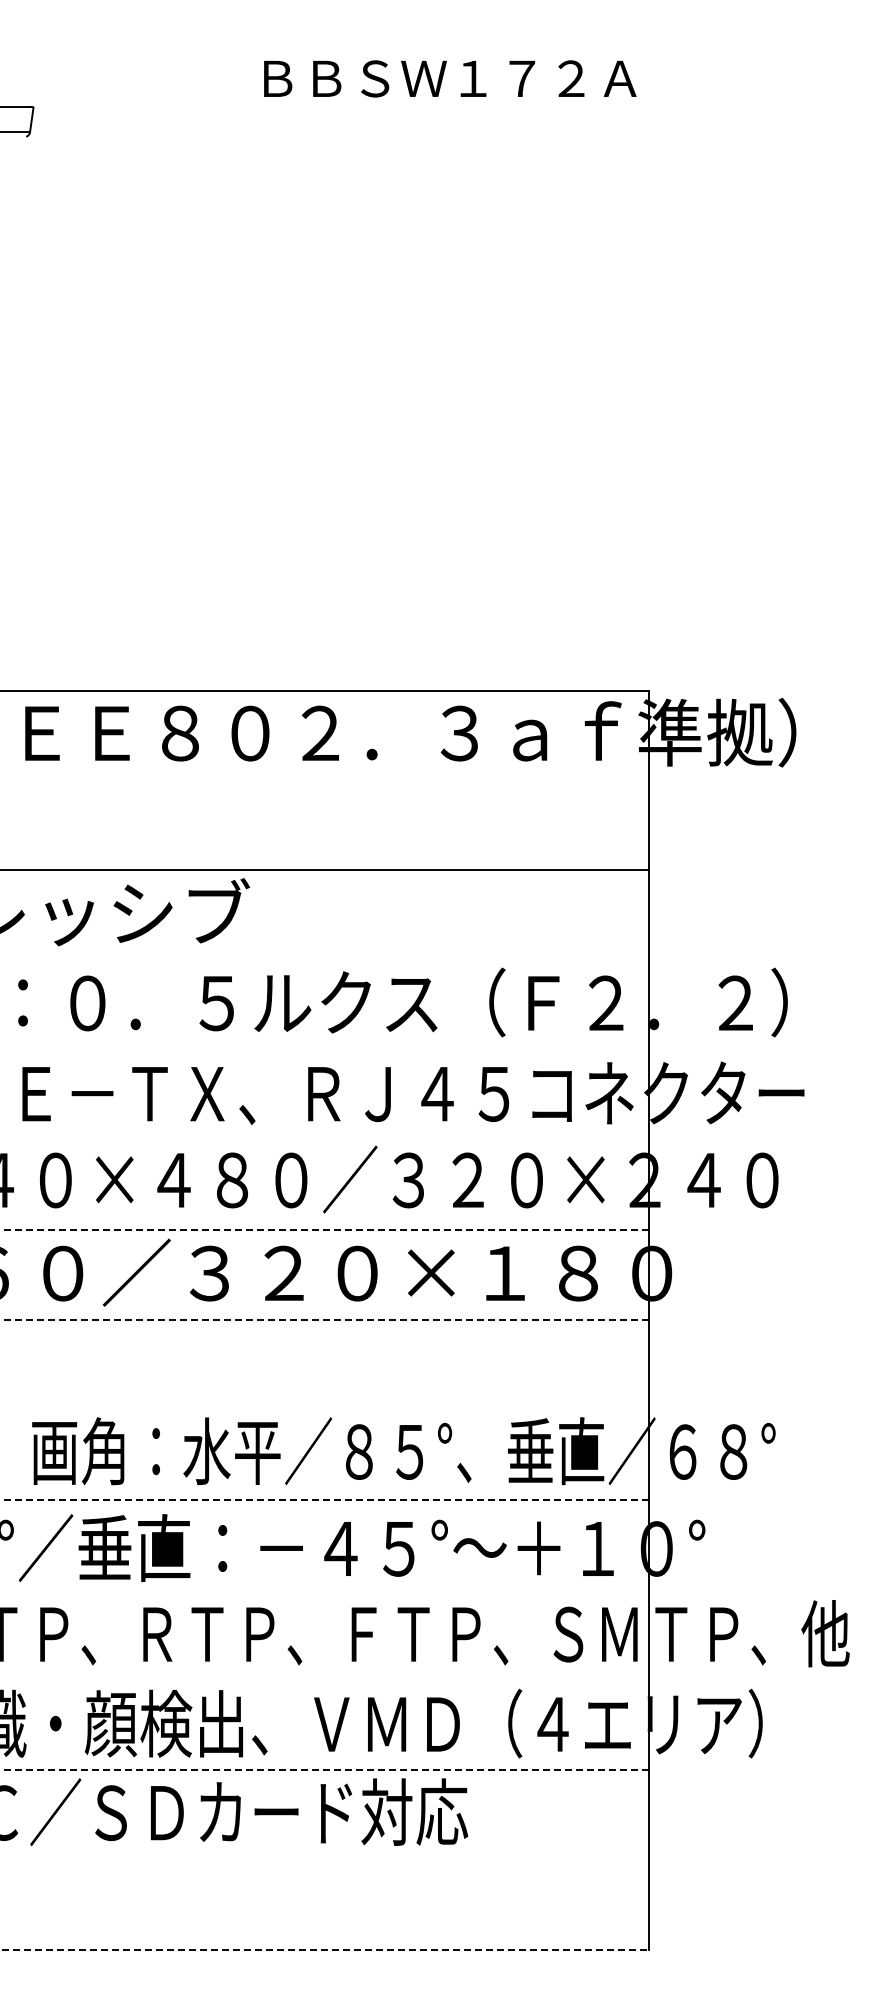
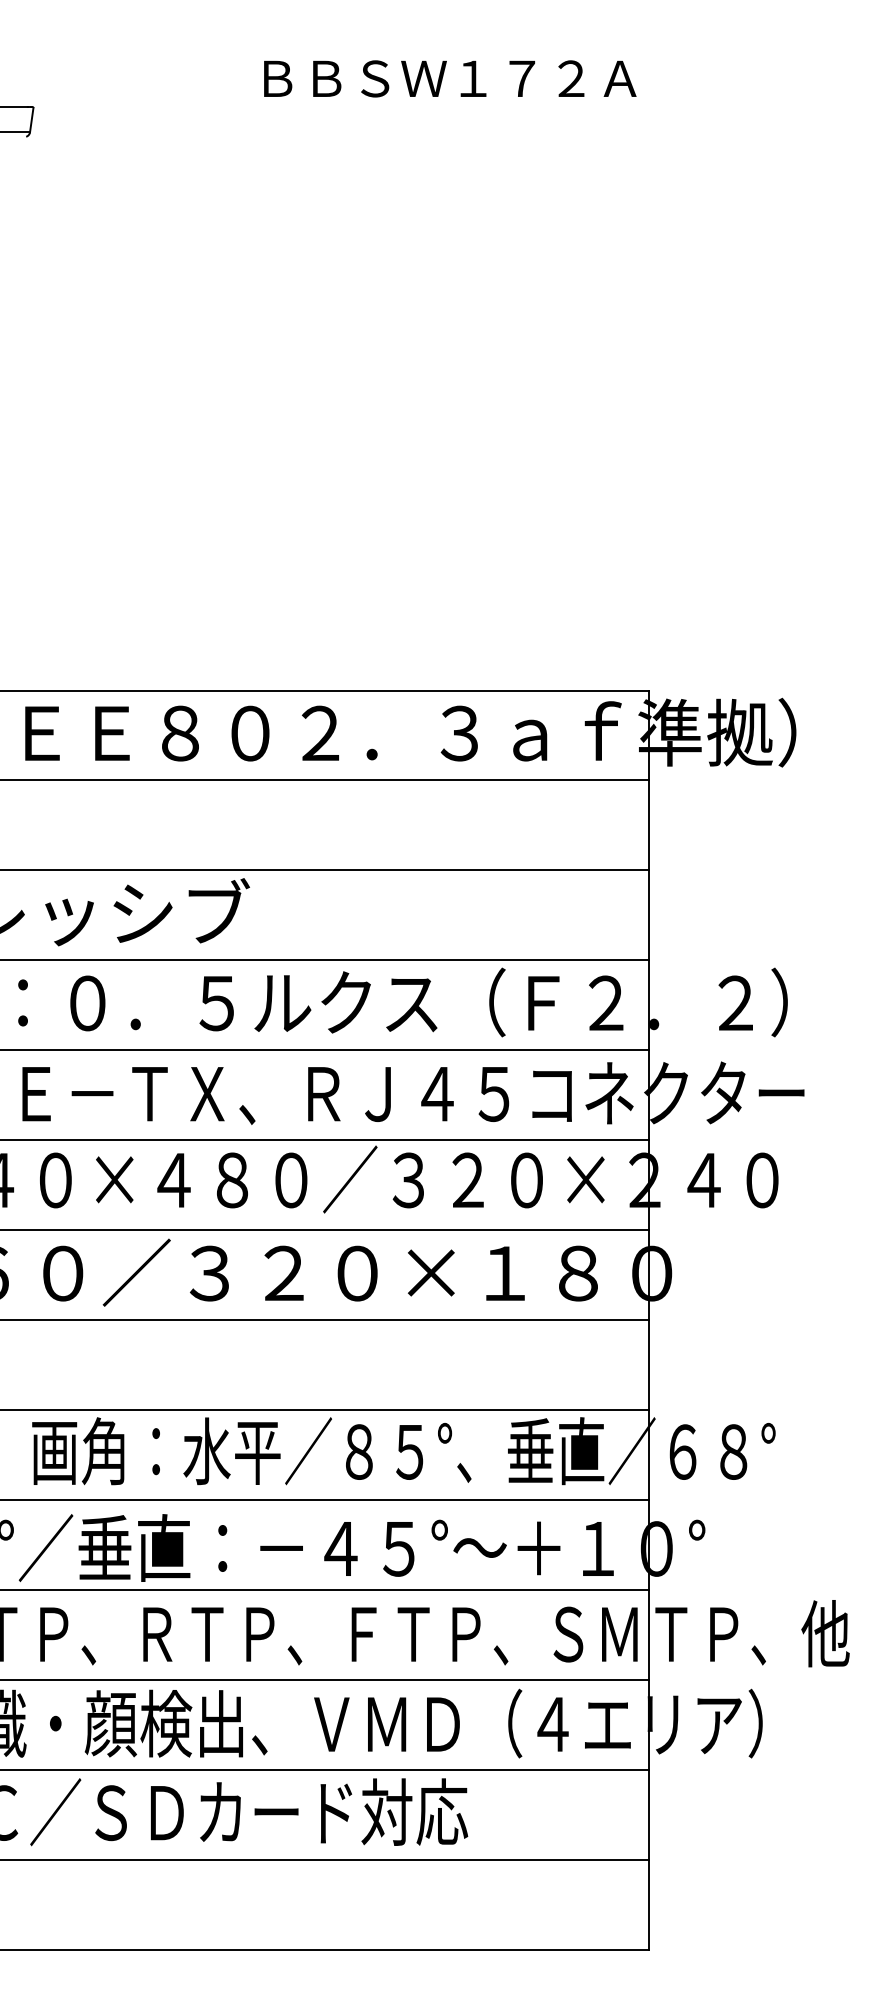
line at (325, 780): none -> present
line at (325, 960): none -> present
line at (325, 1050): none -> present
line at (325, 1140): none -> present
line at (324, 1230): dashed -> solid
line at (324, 1320): dashed -> solid
line at (325, 1410): none -> present
line at (324, 1500): dashed -> solid
line at (325, 1589): none -> present
line at (325, 1679): none -> present
line at (324, 1769): dashed -> solid
line at (325, 1859): none -> present
line at (324, 1949): dashed -> solid
